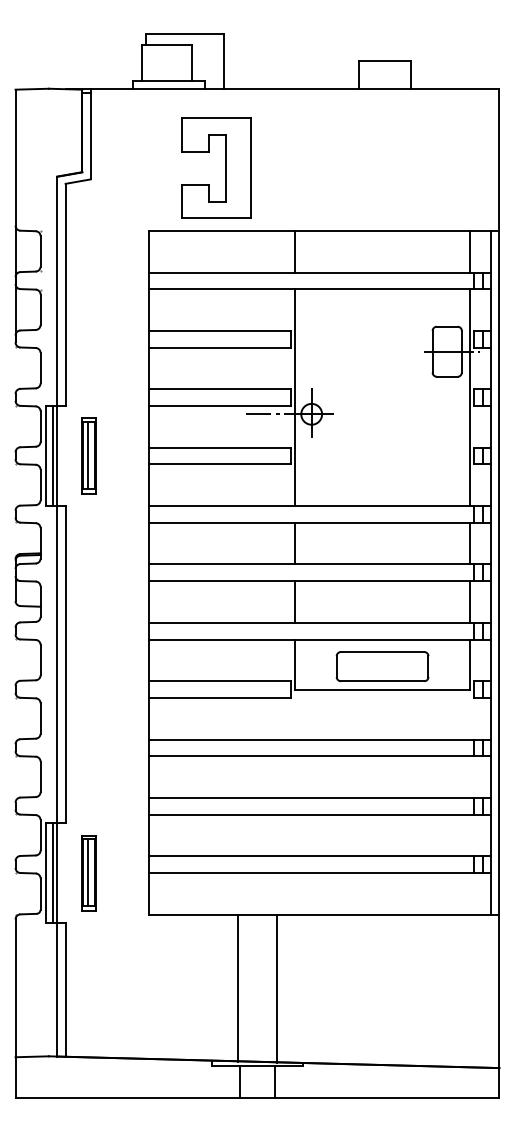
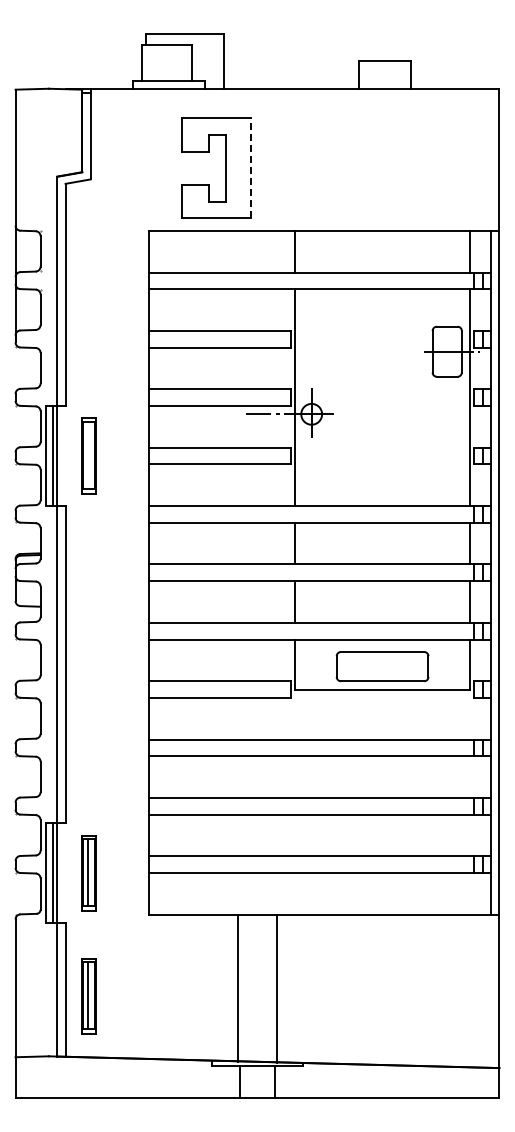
line at (250, 167): solid -> dashed
line at (88, 455): present -> none
part at (88, 996): none -> present
